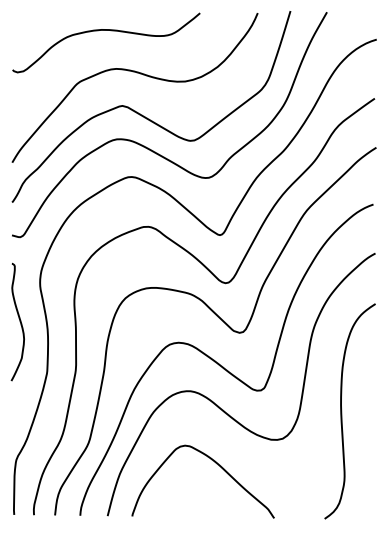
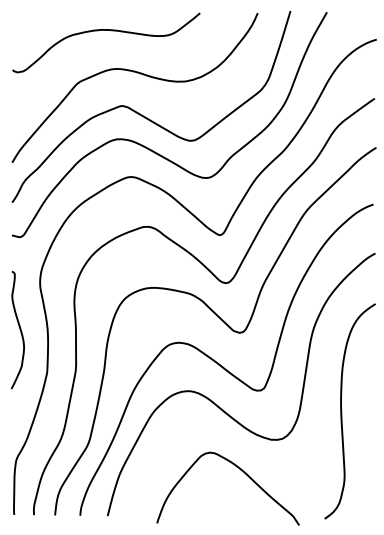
curve at (19, 321) position: (19, 321) -> (19, 329)
curve at (216, 464) position: (216, 464) -> (241, 471)
